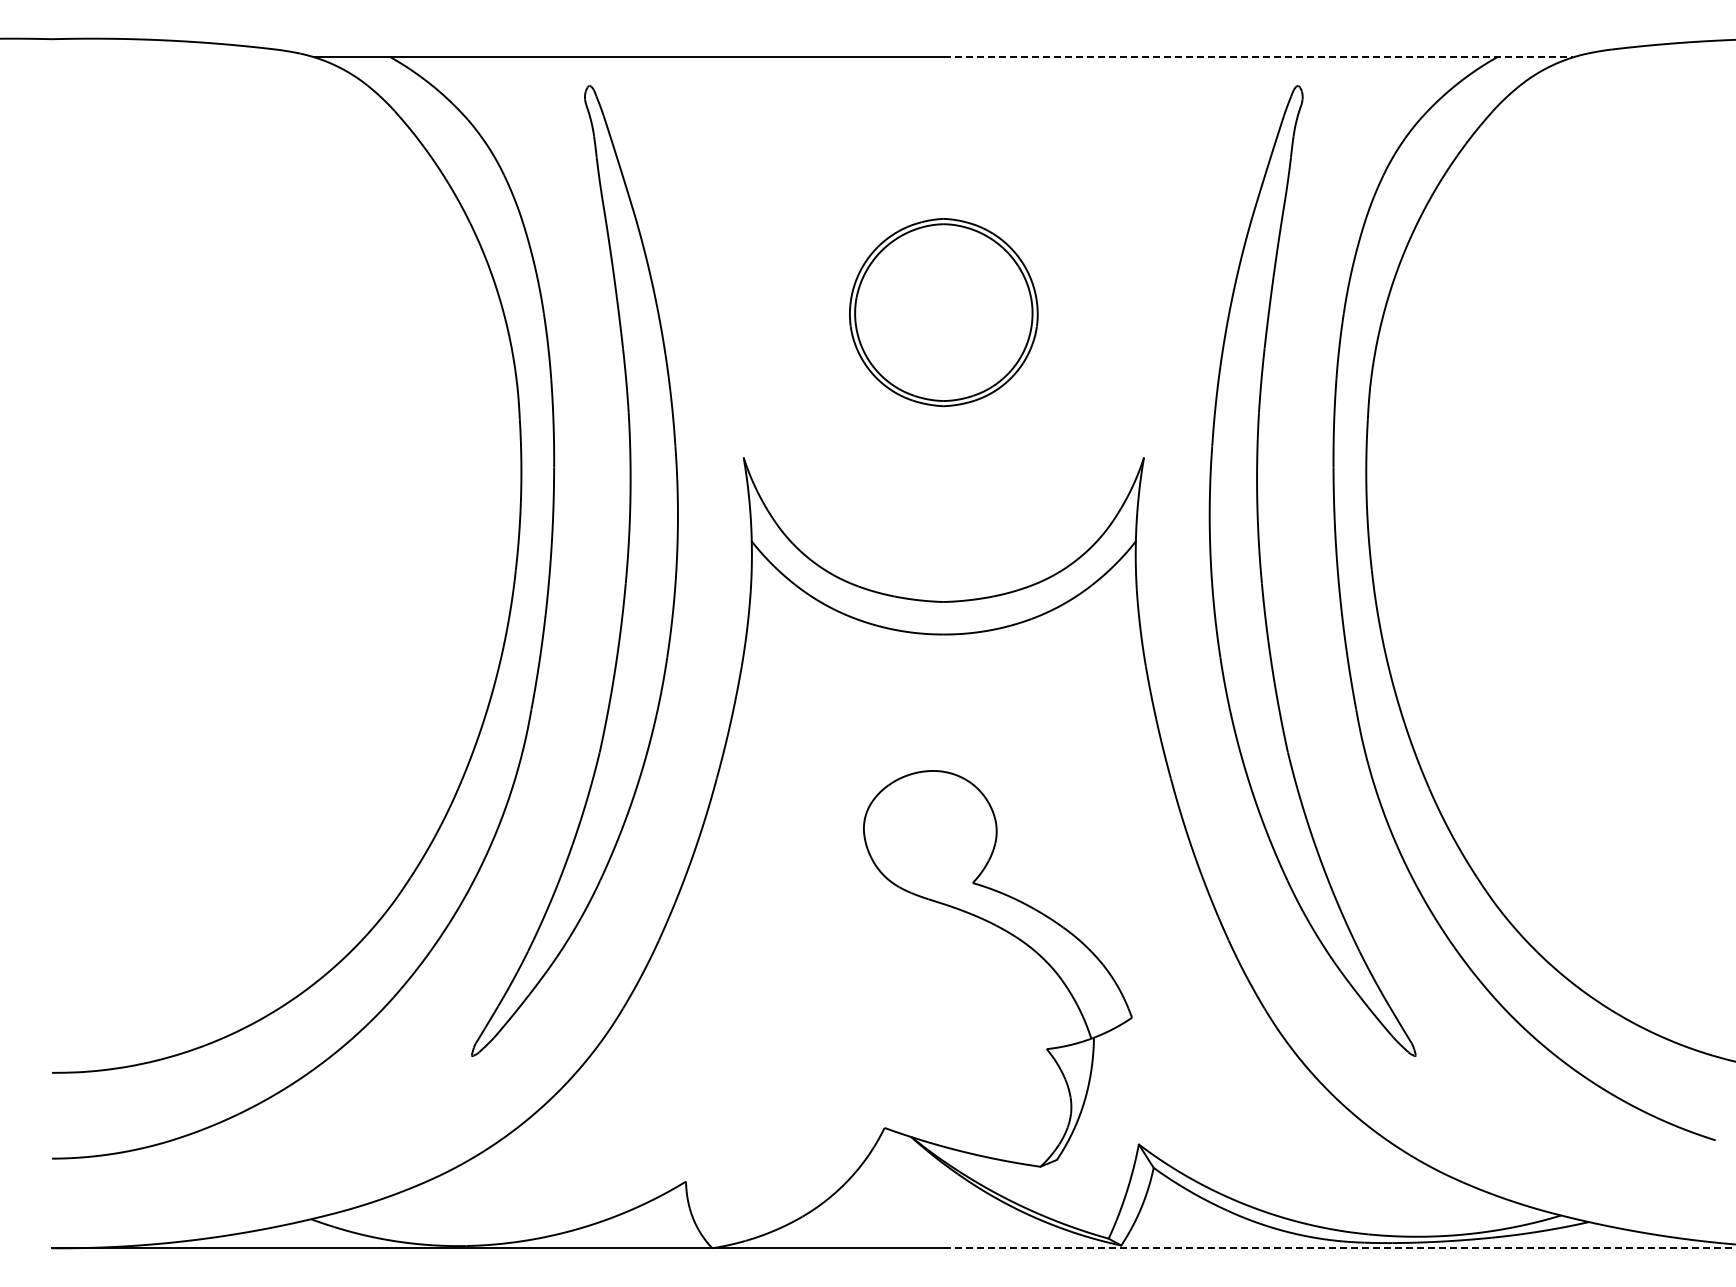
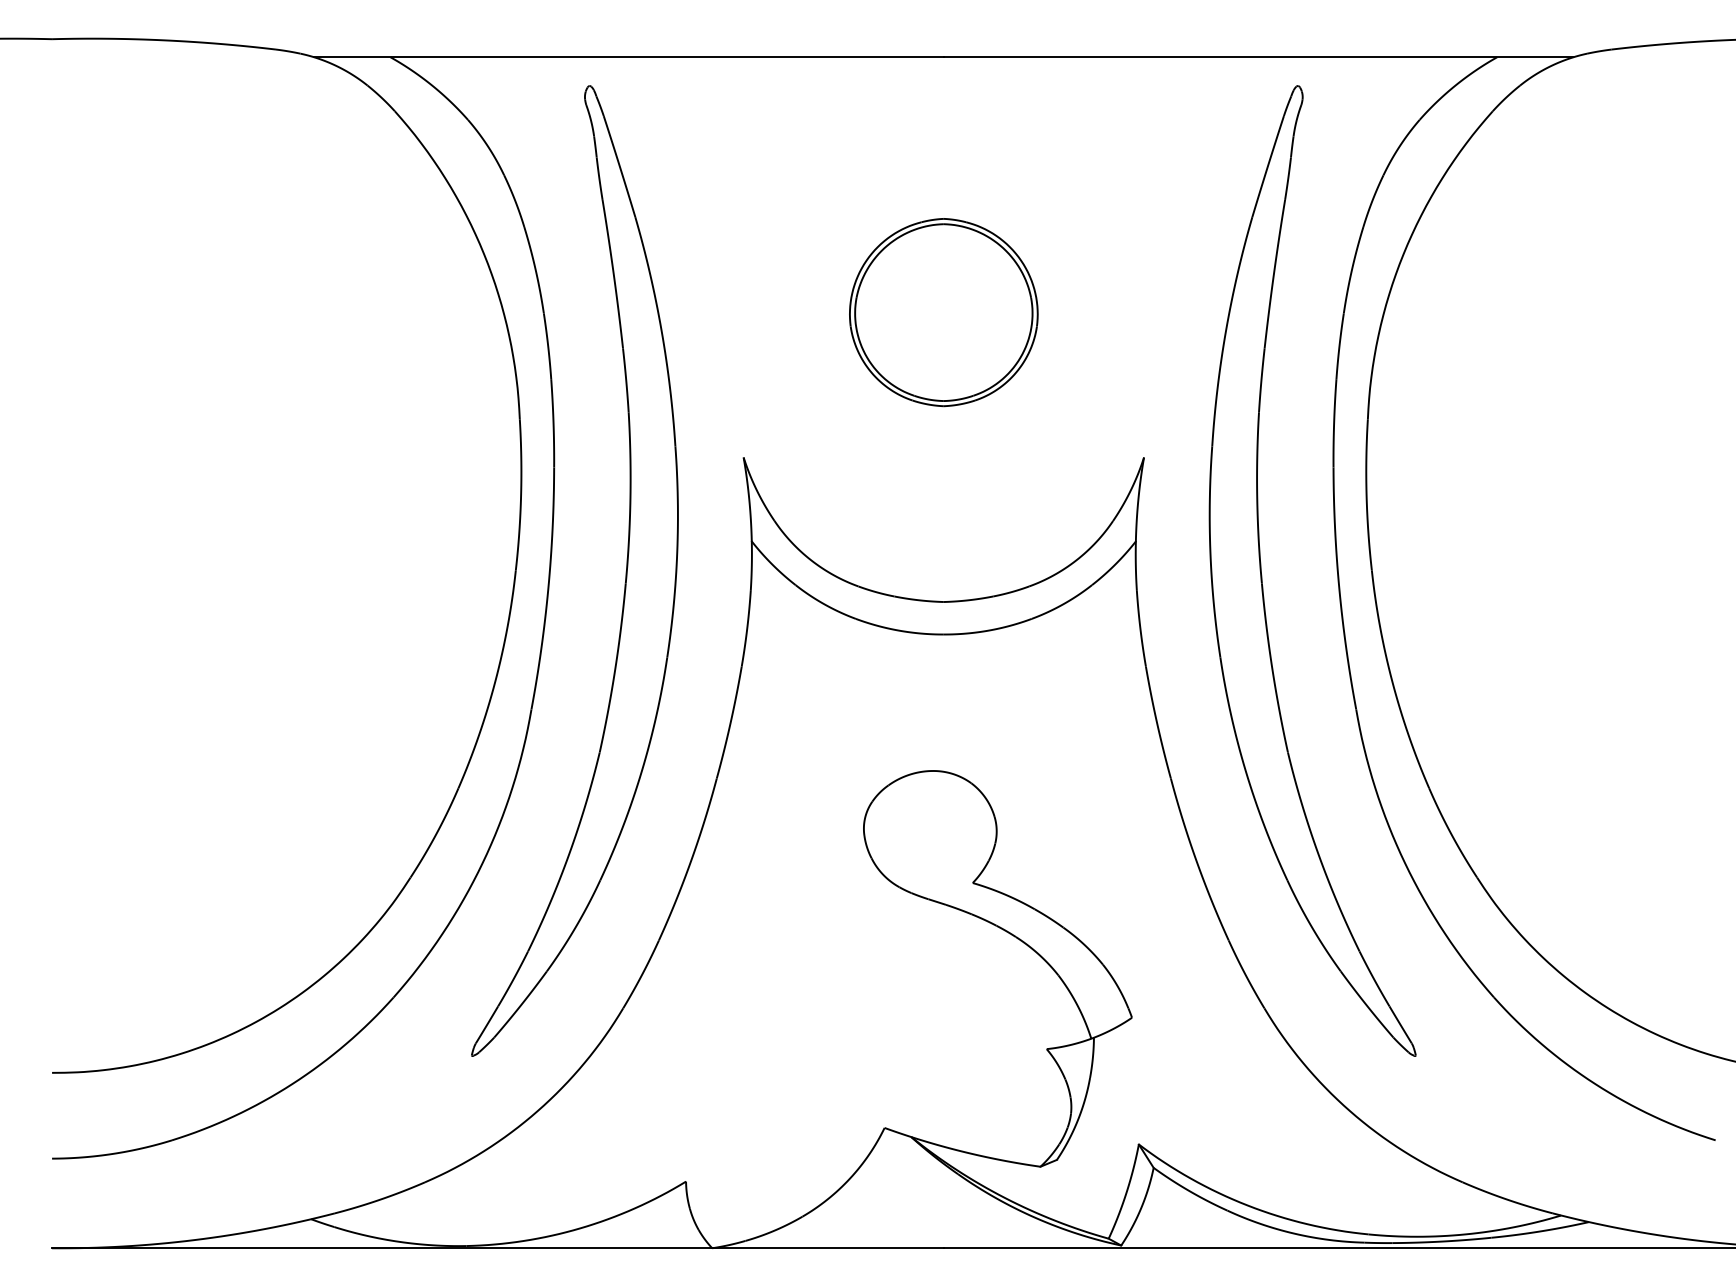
line at (1258, 57): dashed -> solid
line at (1339, 1248): dashed -> solid
